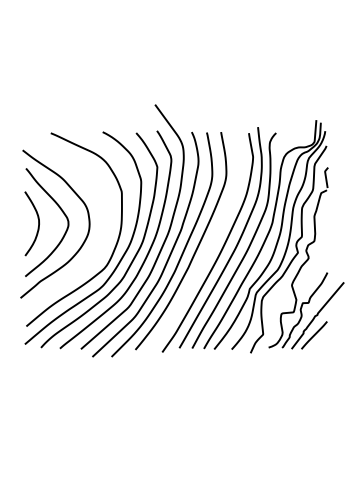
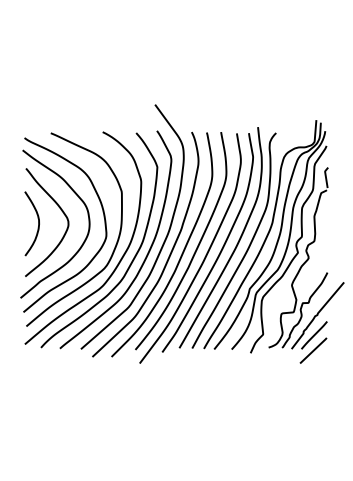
curve at (103, 217): none -> present
curve at (204, 256): none -> present
line at (313, 350): none -> present
